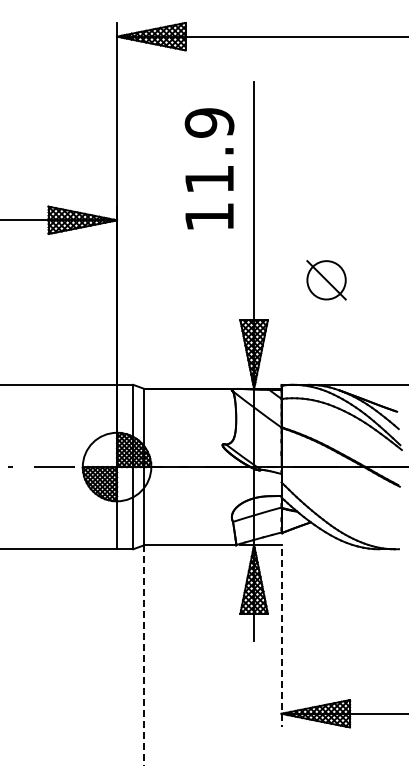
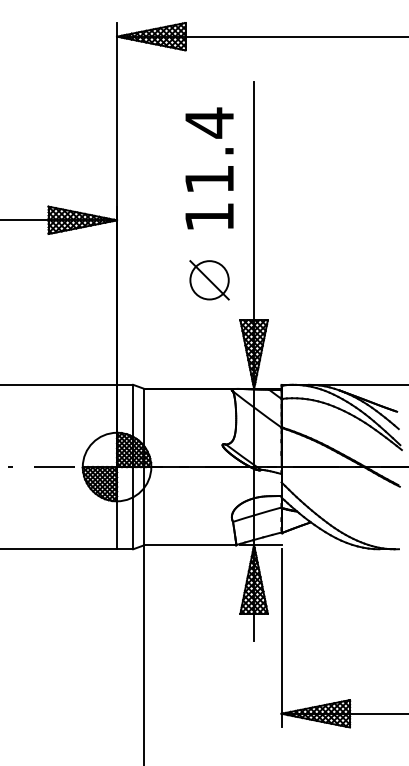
text at (209, 122): 11.9 -> 11.4
part at (326, 280) position: (326, 280) -> (209, 280)
line at (281, 638): dashed -> solid
line at (144, 655): dashed -> solid
